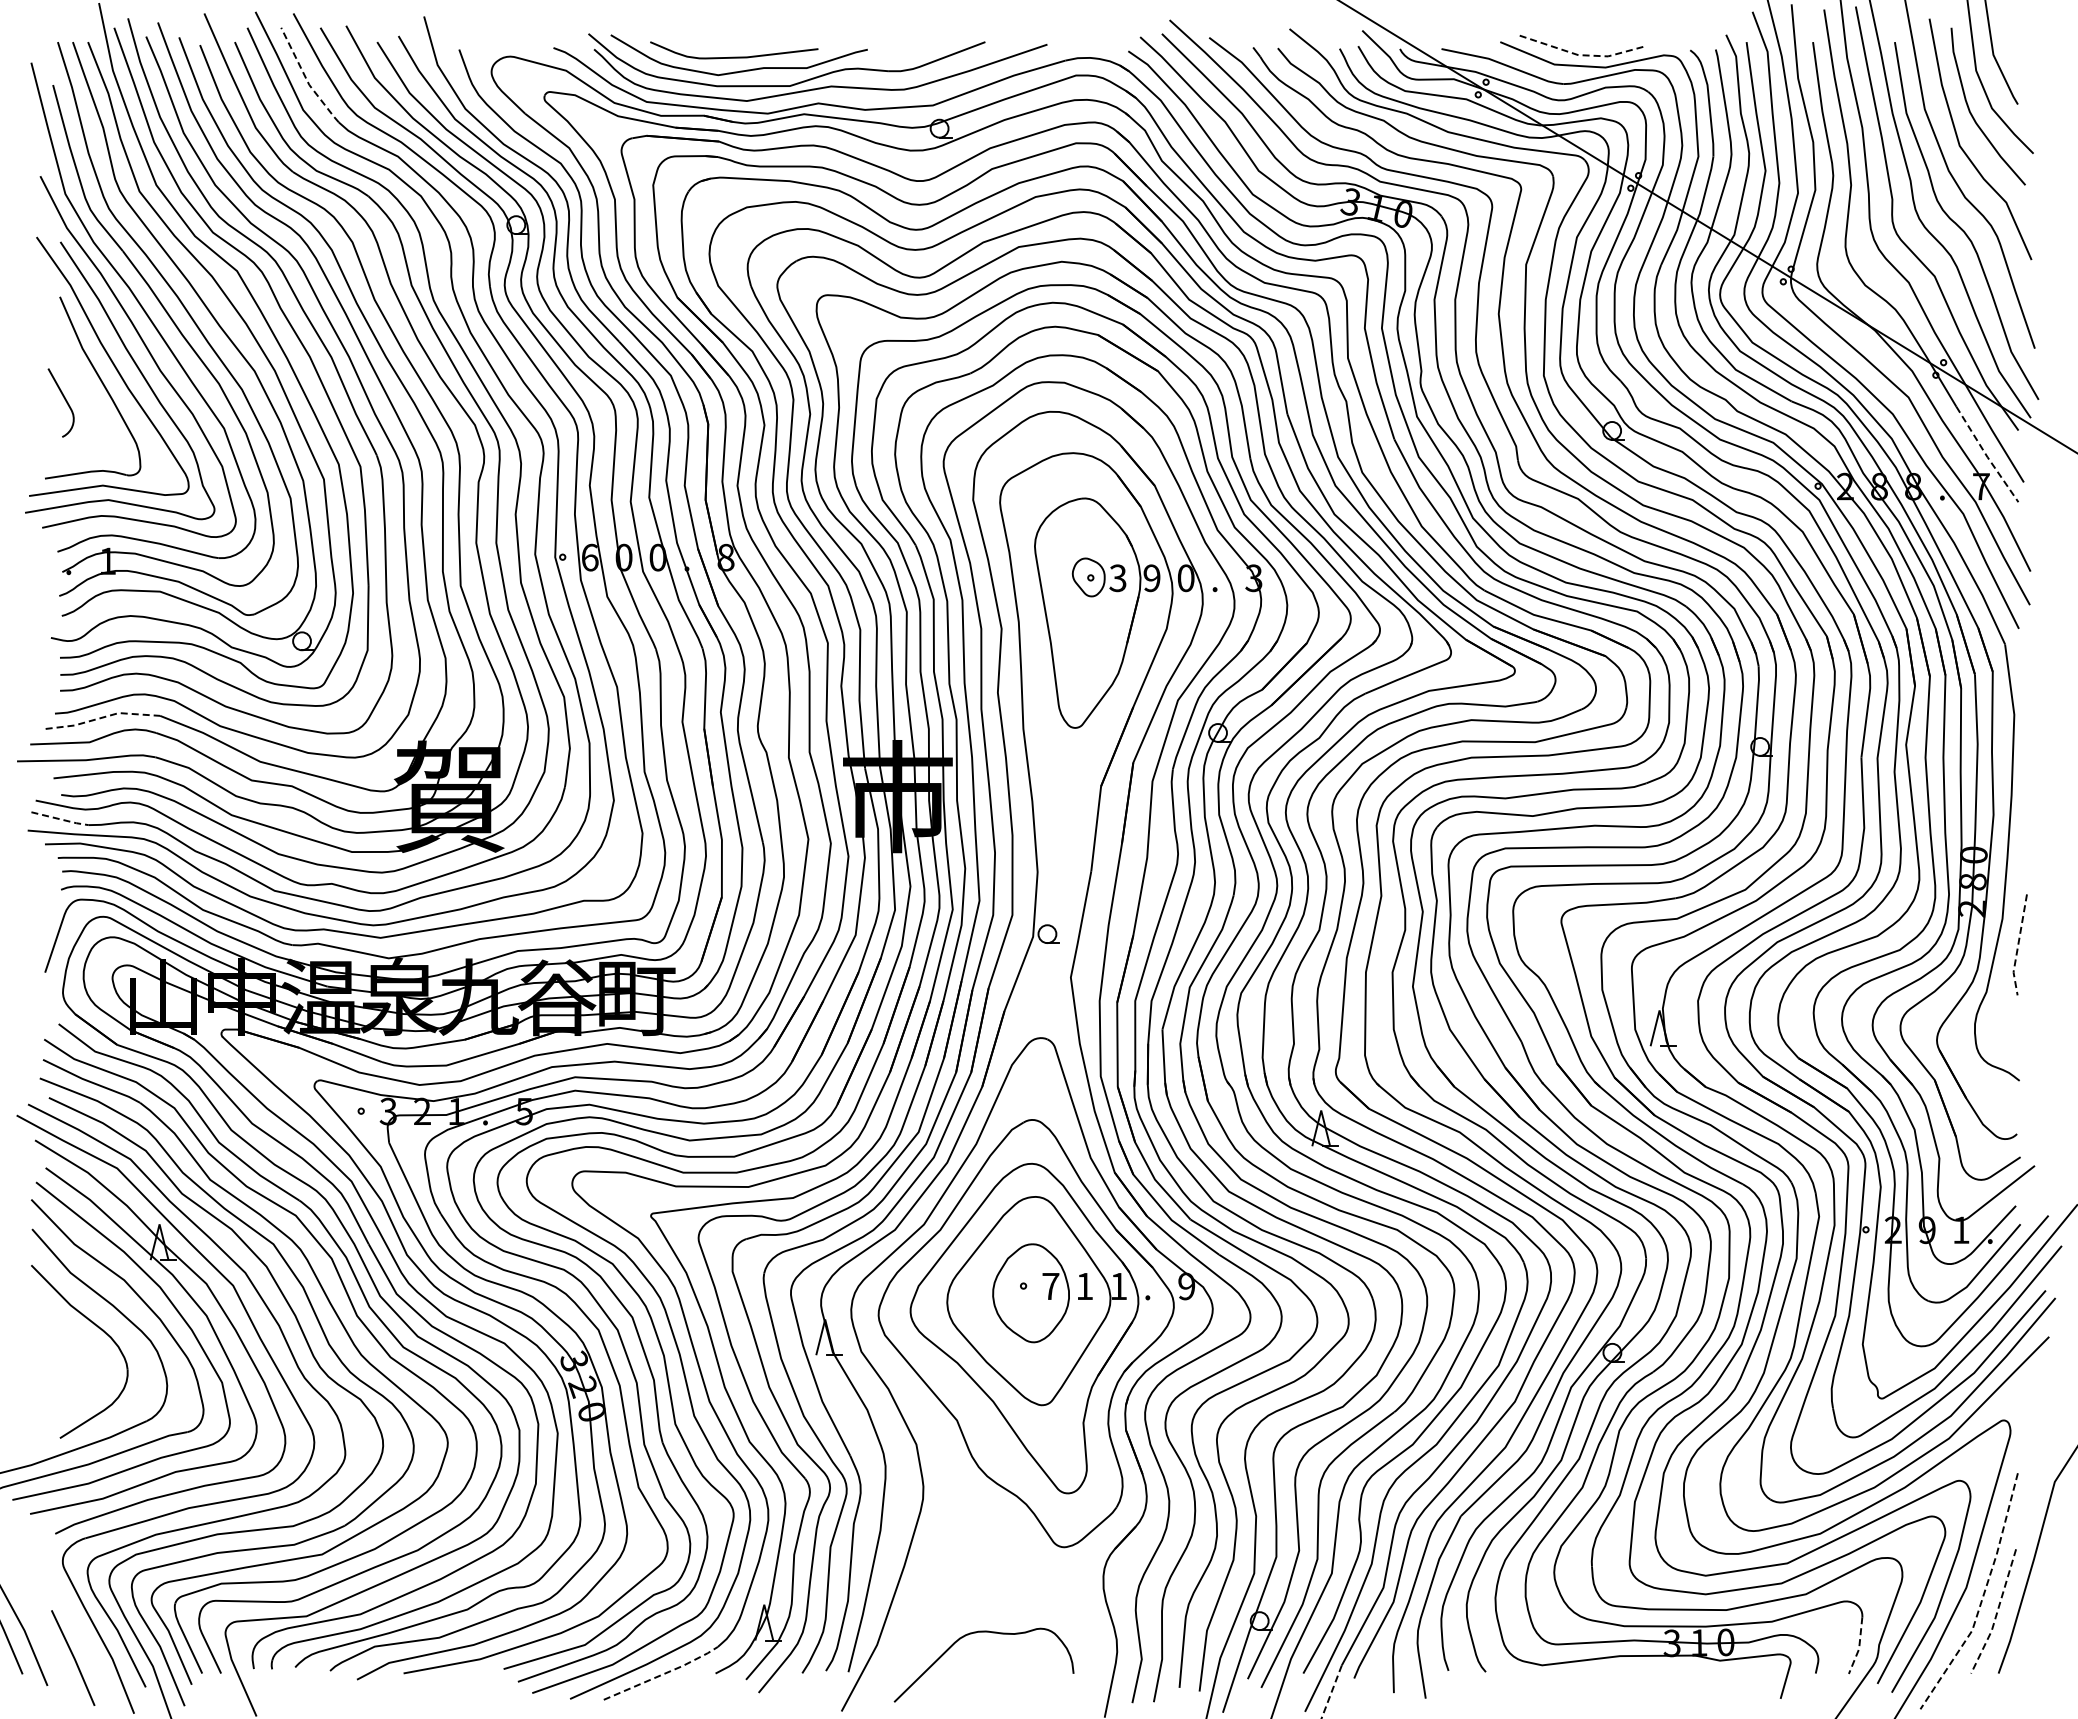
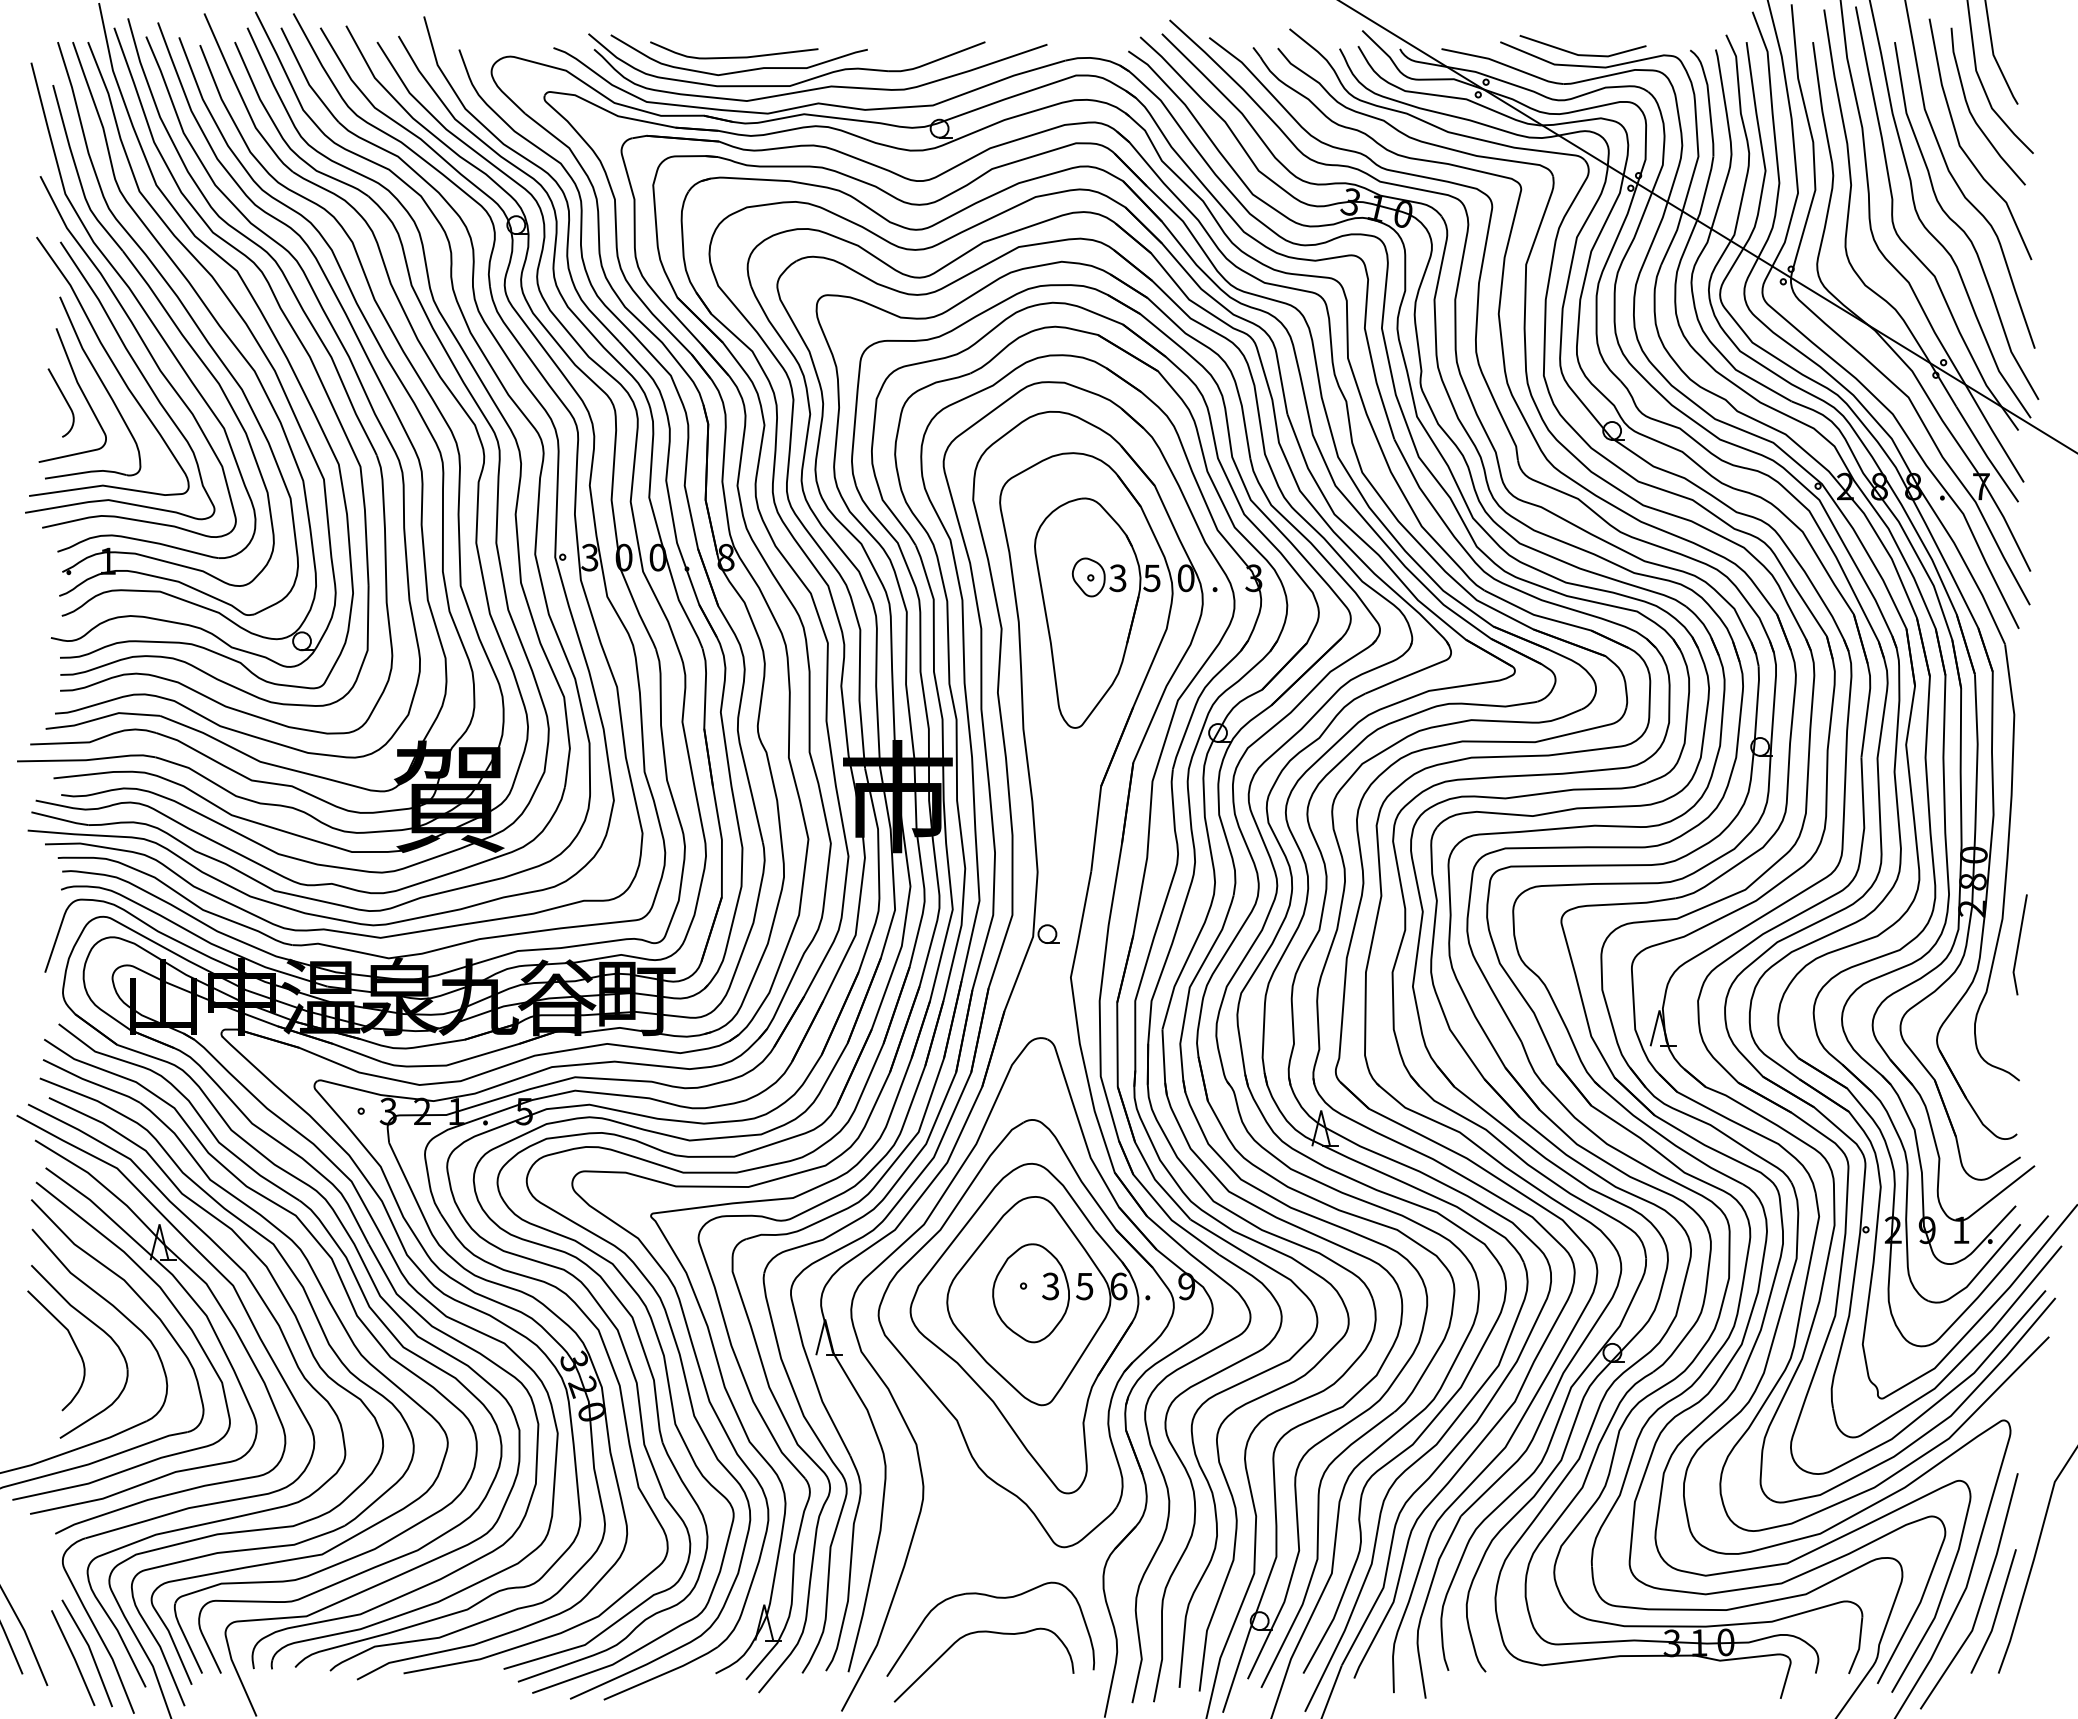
line at (1582, 55): dashed -> solid
line at (306, 78): dashed -> solid
curve at (80, 390): none -> present
line at (1986, 455): dashed -> solid
text at (589, 557): 6 -> 3
text at (1151, 578): 9 -> 5
line at (102, 717): dashed -> solid
line at (61, 819): dashed -> solid
line at (2018, 946): dashed -> solid
text at (1050, 1286): 7 -> 3
text at (1084, 1286): 1 -> 5
text at (1118, 1286): 1 -> 6
curve at (72, 1341): none -> present
line at (1982, 1597): dashed -> solid
part at (995, 1598): none -> present
line at (1996, 1613): dashed -> solid
line at (1859, 1647): dashed -> solid
line at (89, 1651): none -> present
line at (663, 1674): dashed -> solid
line at (1331, 1692): dashed -> solid
